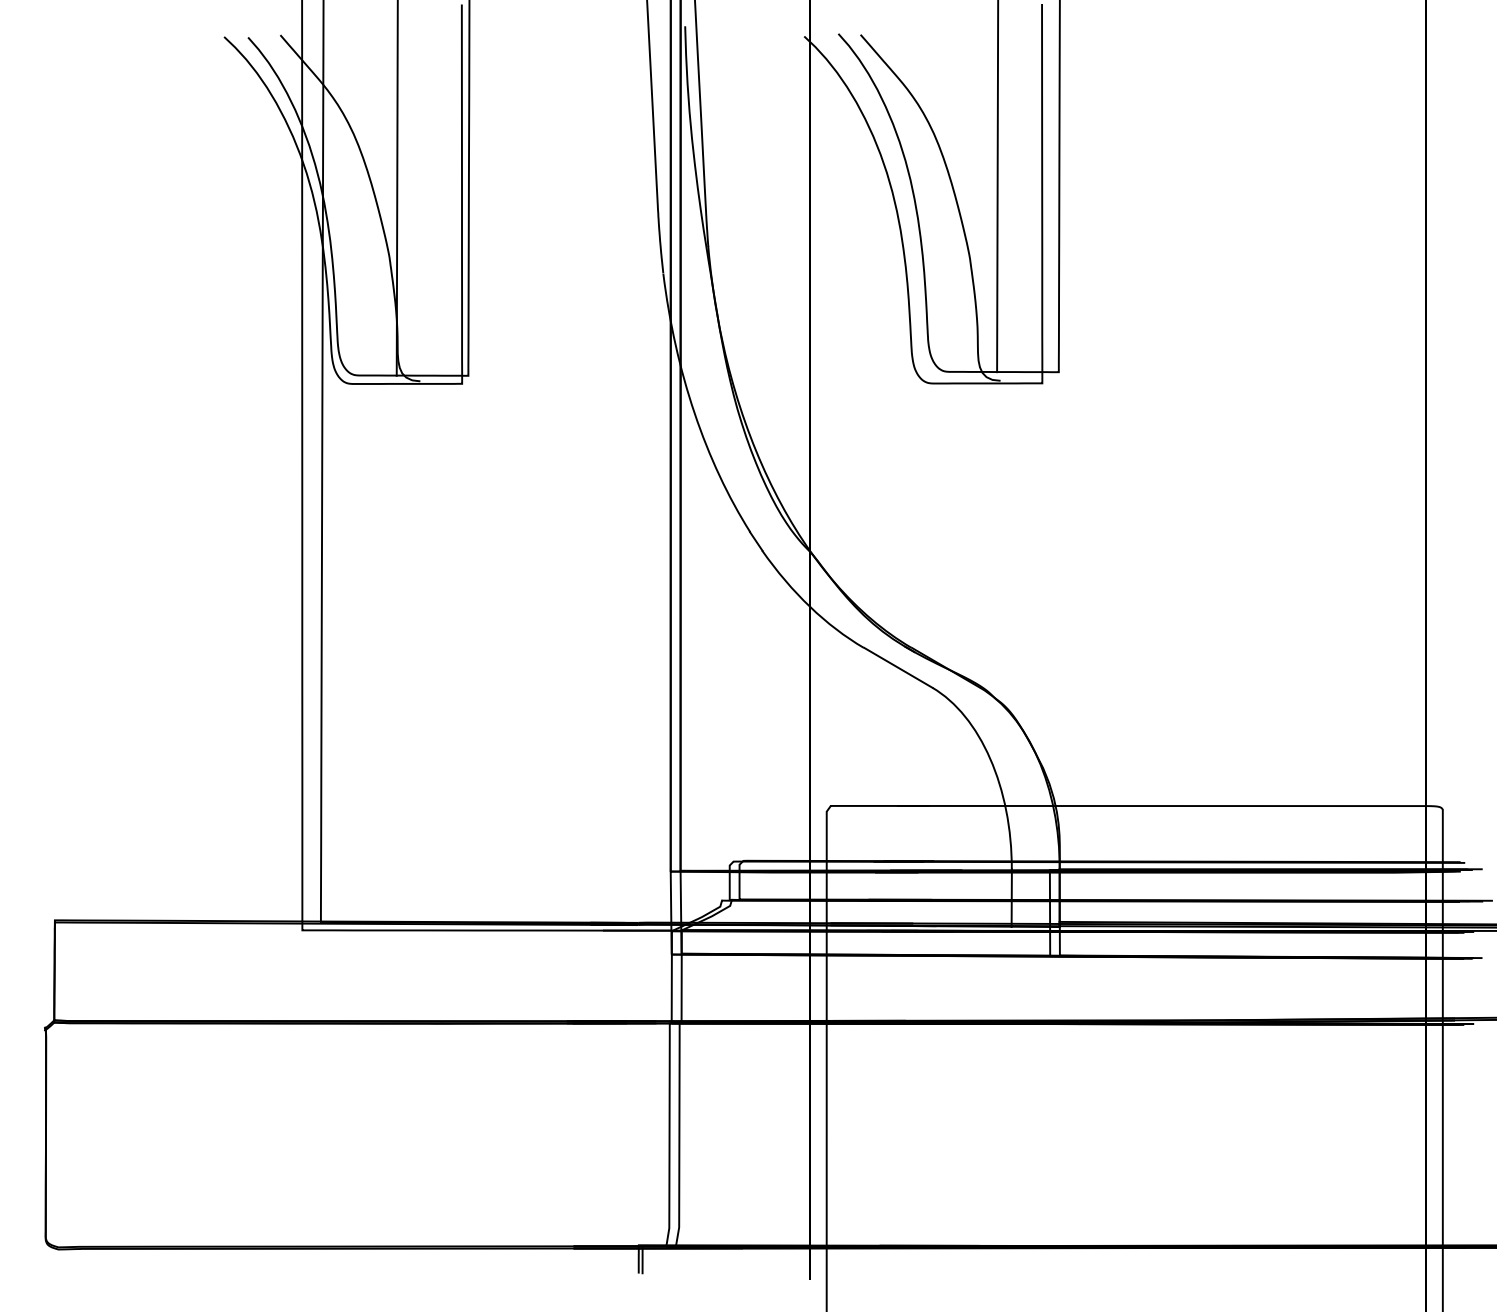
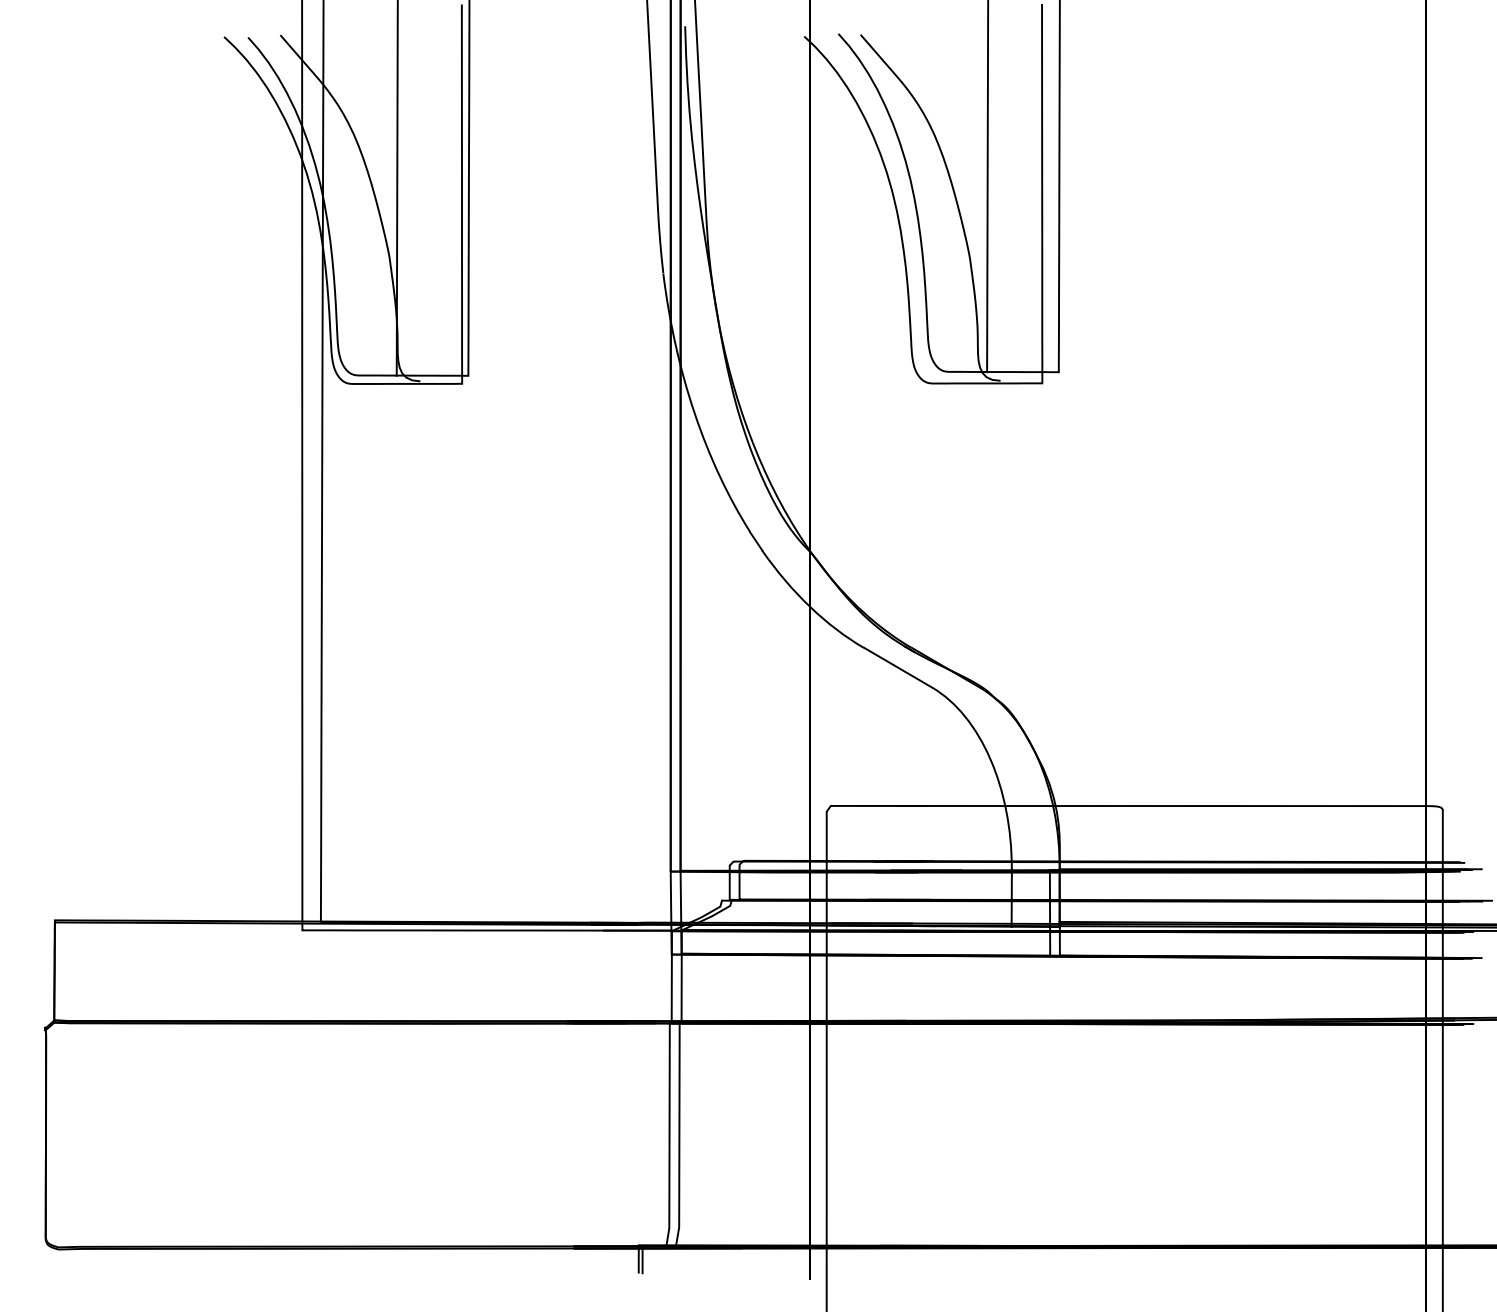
line at (997, 187) position: (997, 187) -> (987, 187)
